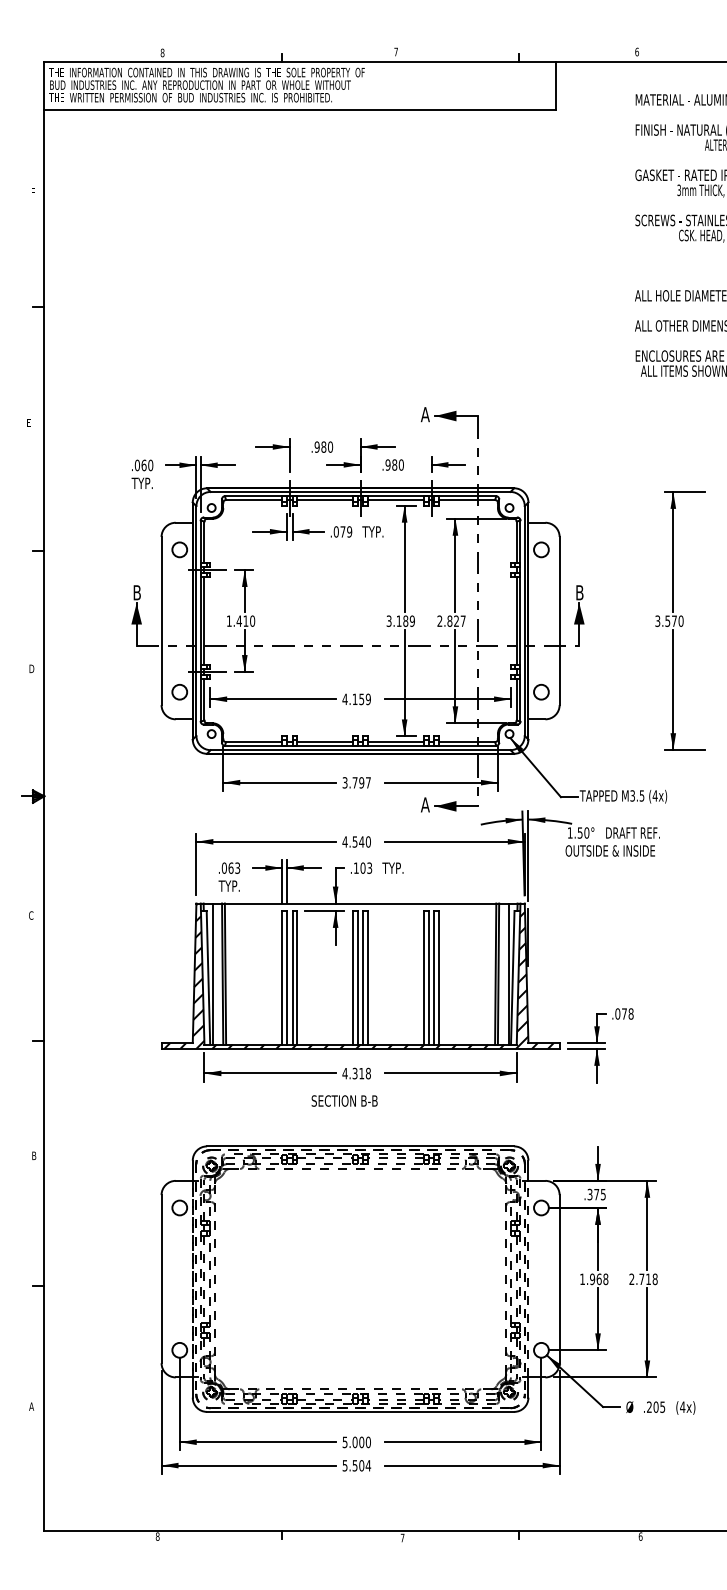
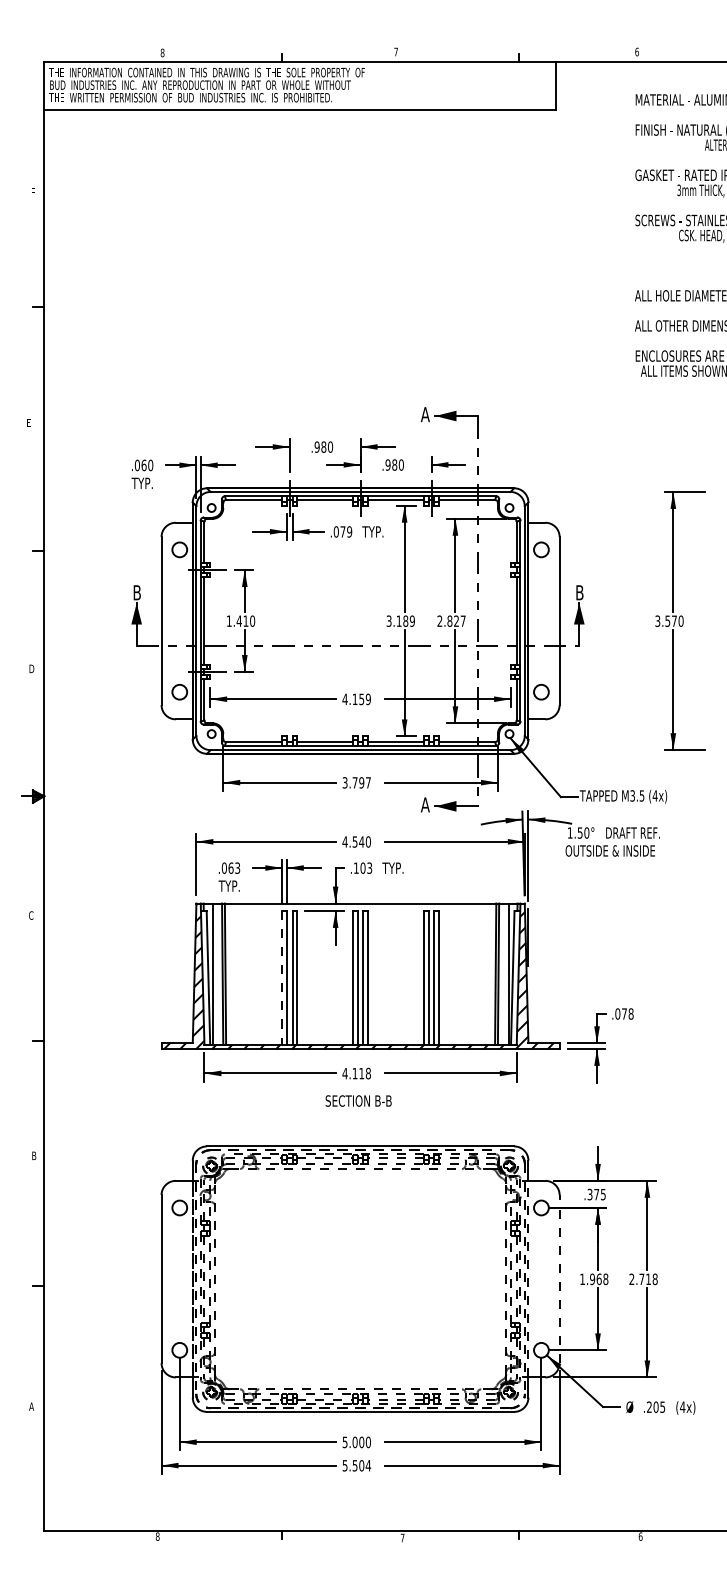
line at (282, 977): solid -> dashed
text at (354, 1073): 4.318 -> 4.118
text at (344, 1100) position: (344, 1100) -> (358, 1100)
line at (559, 1278): solid -> dashed
